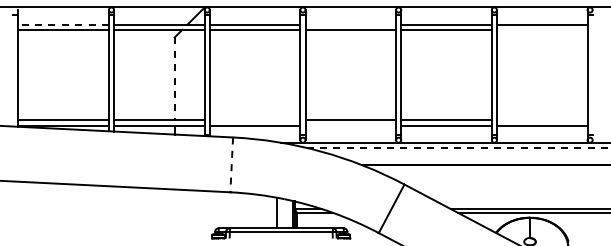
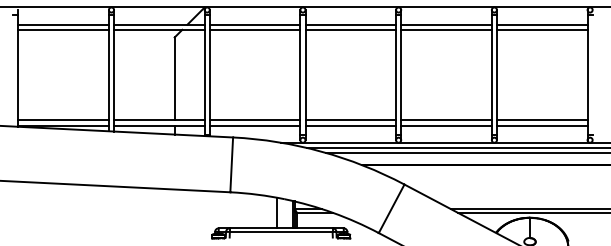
line at (63, 24): dashed -> solid
line at (350, 24): none -> present
line at (541, 29): none -> present
line at (174, 79): dashed -> solid
line at (254, 120): none -> present
line at (541, 120): none -> present
line at (350, 125): none -> present
line at (458, 147): dashed -> solid
line at (466, 153): none -> present
line at (231, 165): dashed -> solid
